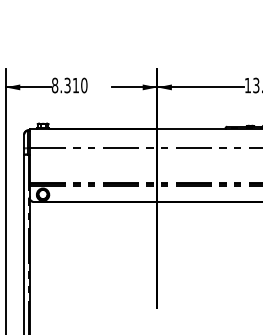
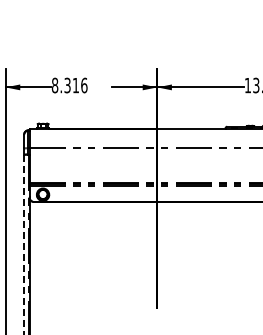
text at (84, 84): 8.310 -> 8.316
line at (24, 244): solid -> dashed
